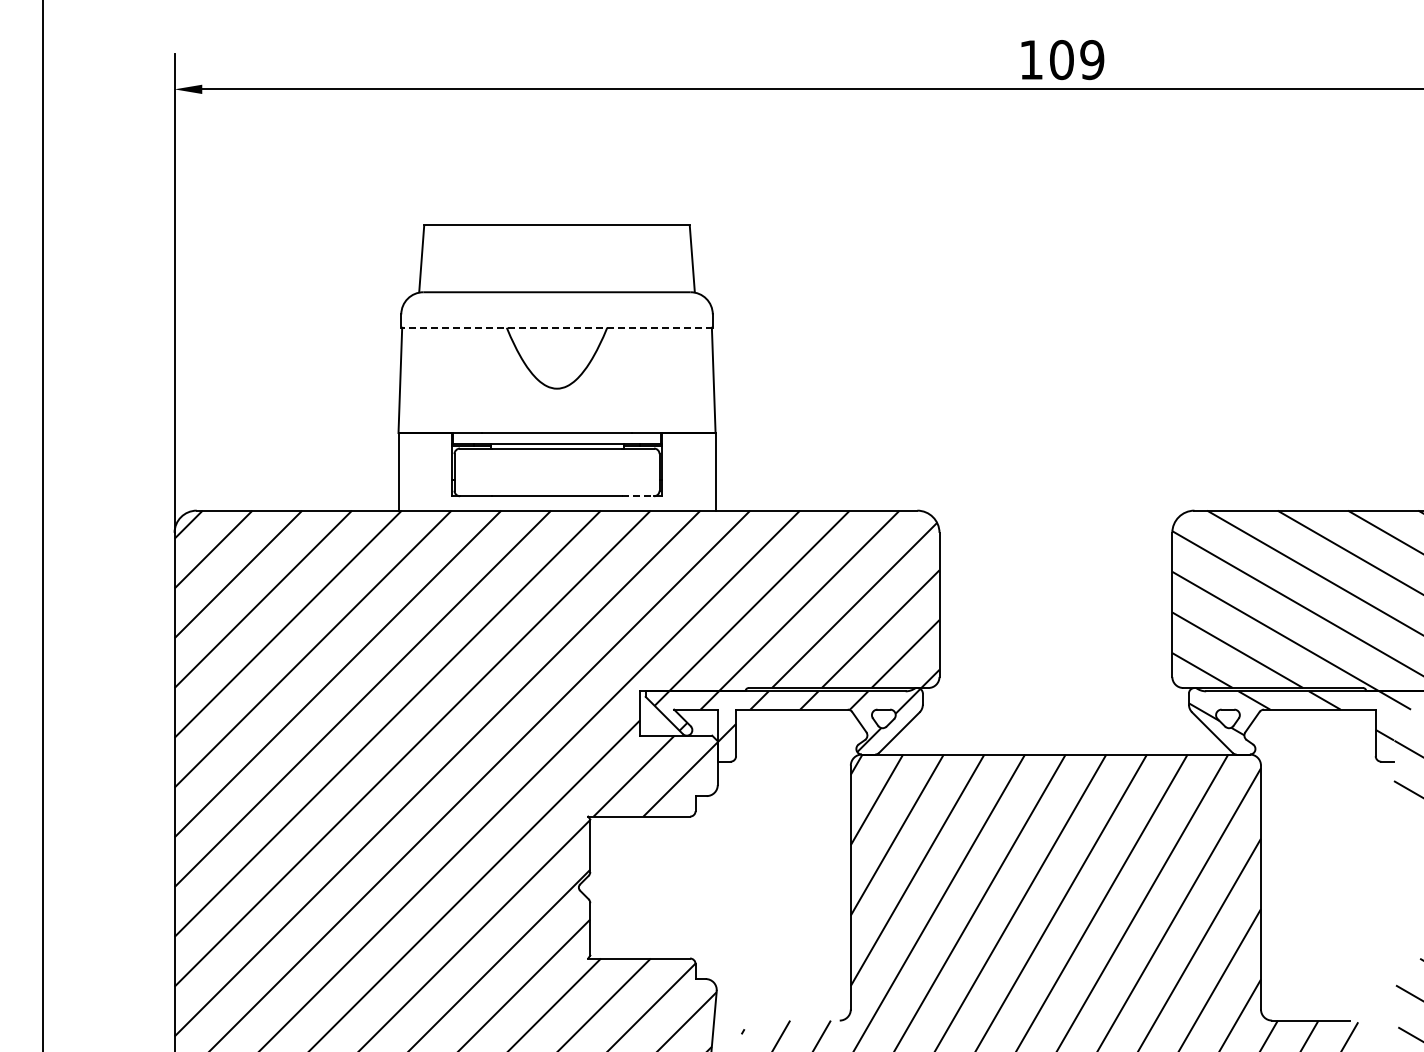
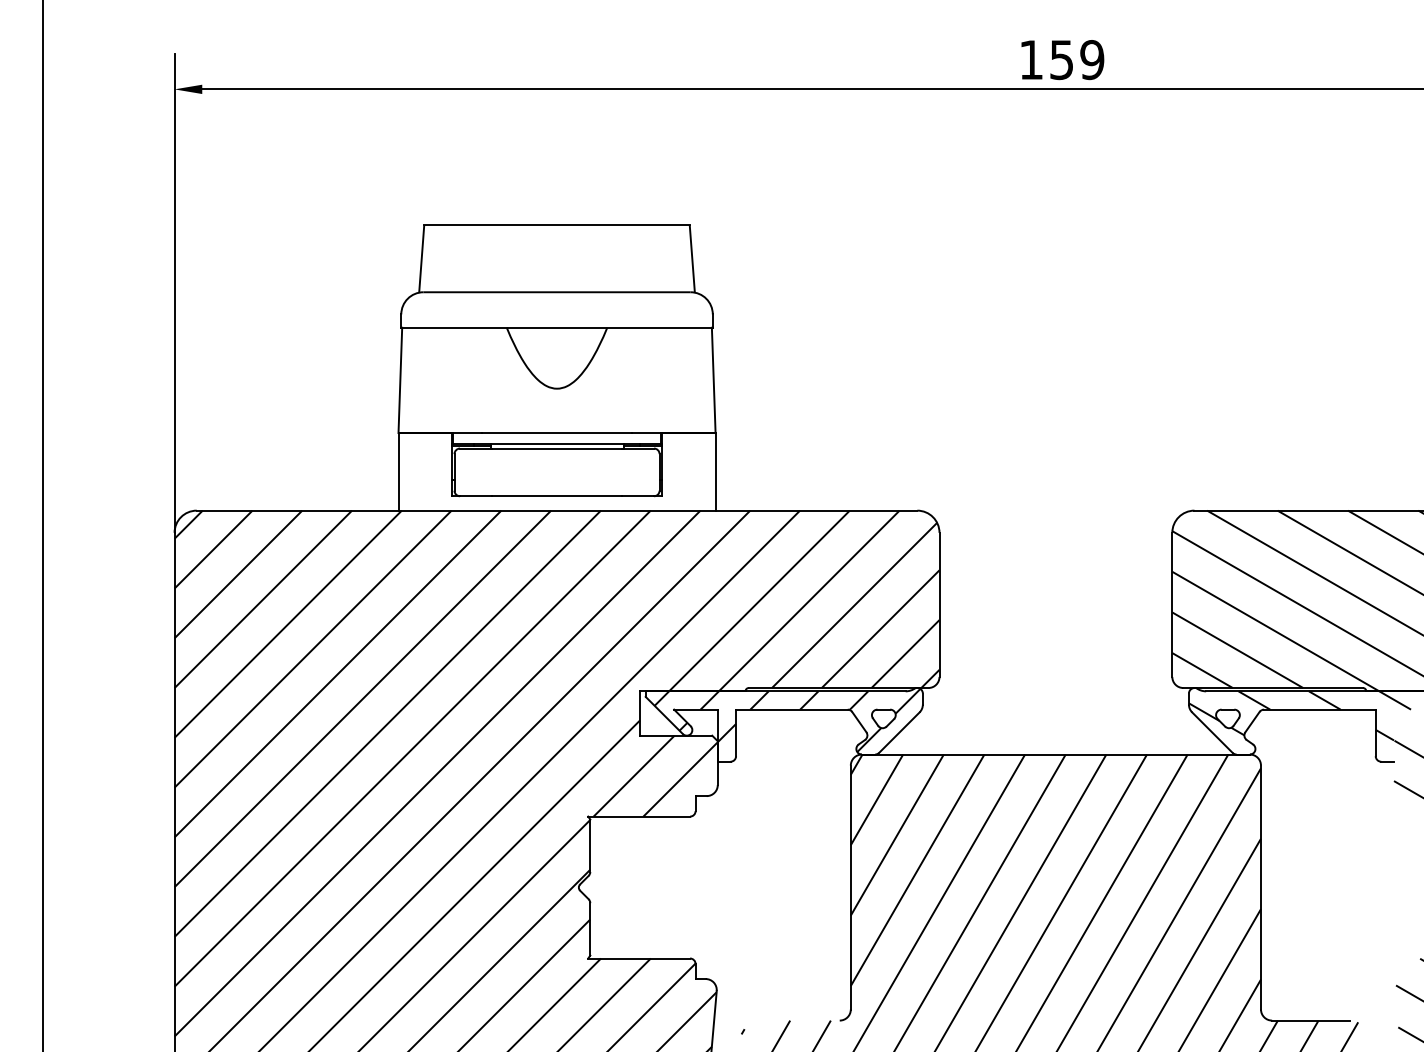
text at (1061, 60): 109 -> 159
line at (557, 327): dashed -> solid
line at (638, 496): dashed -> solid
